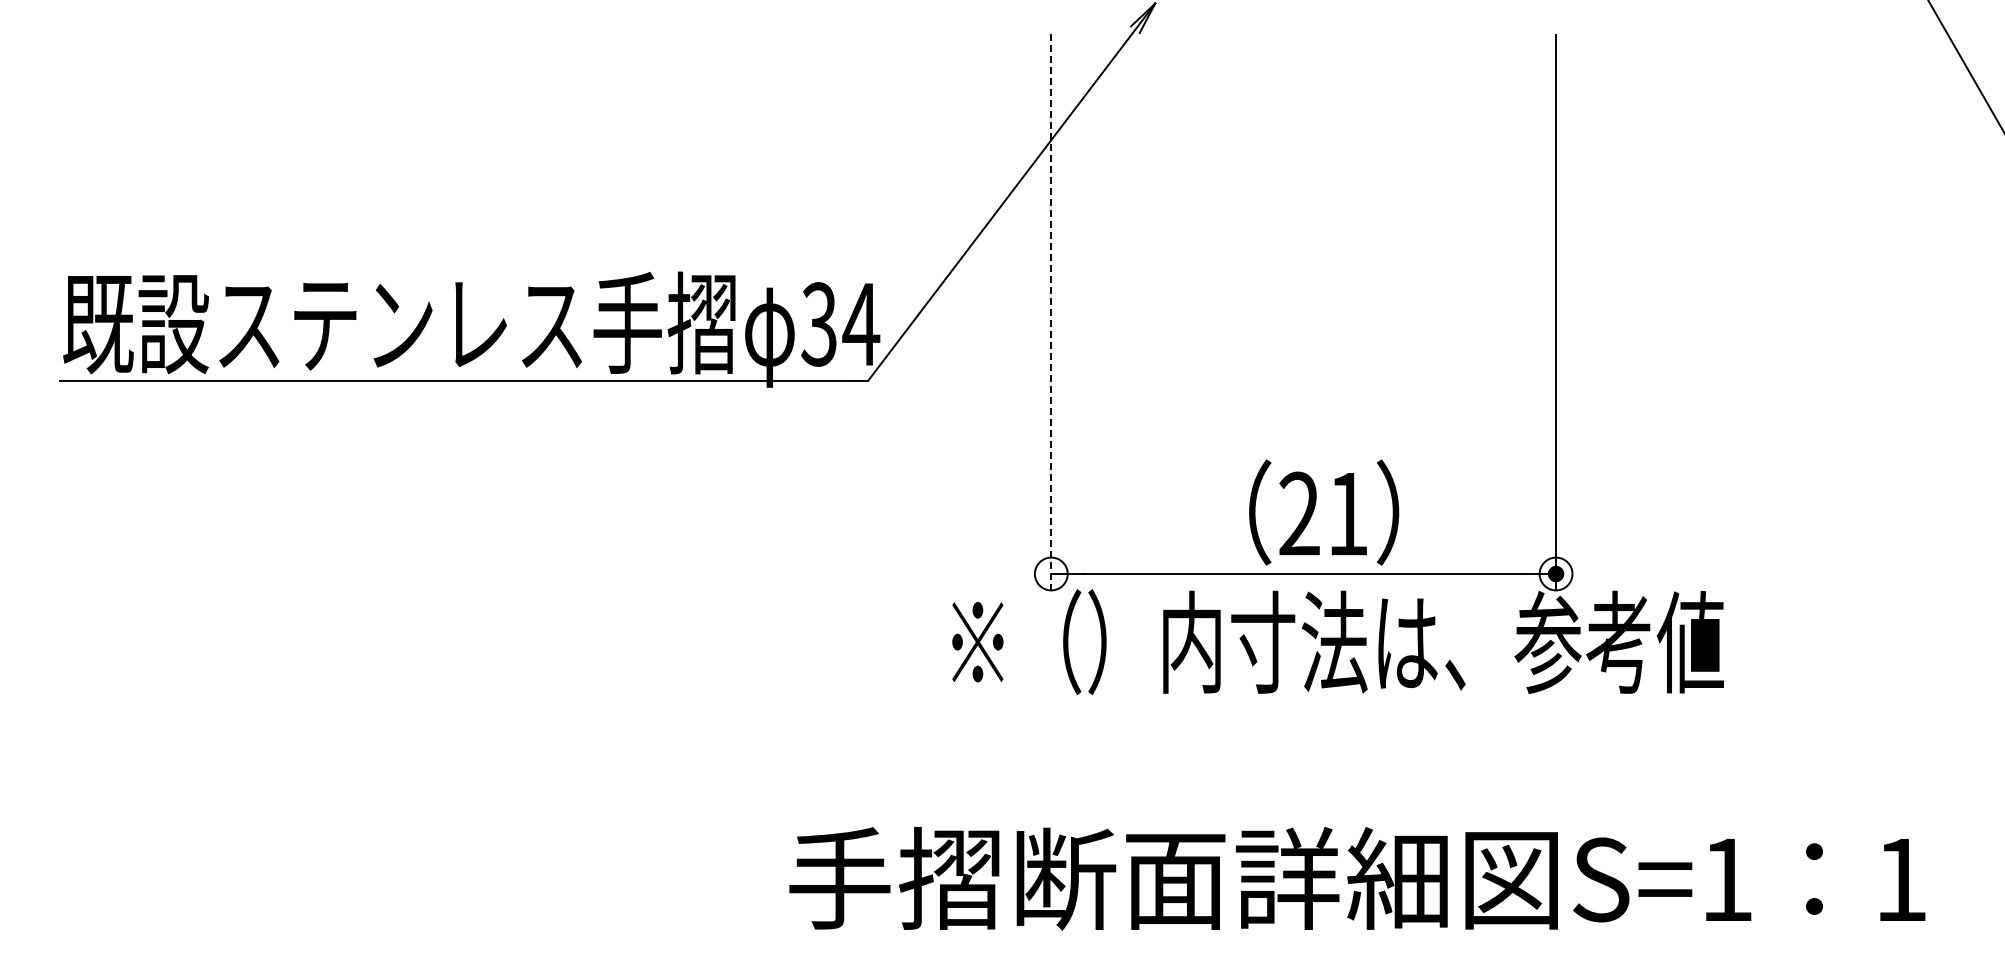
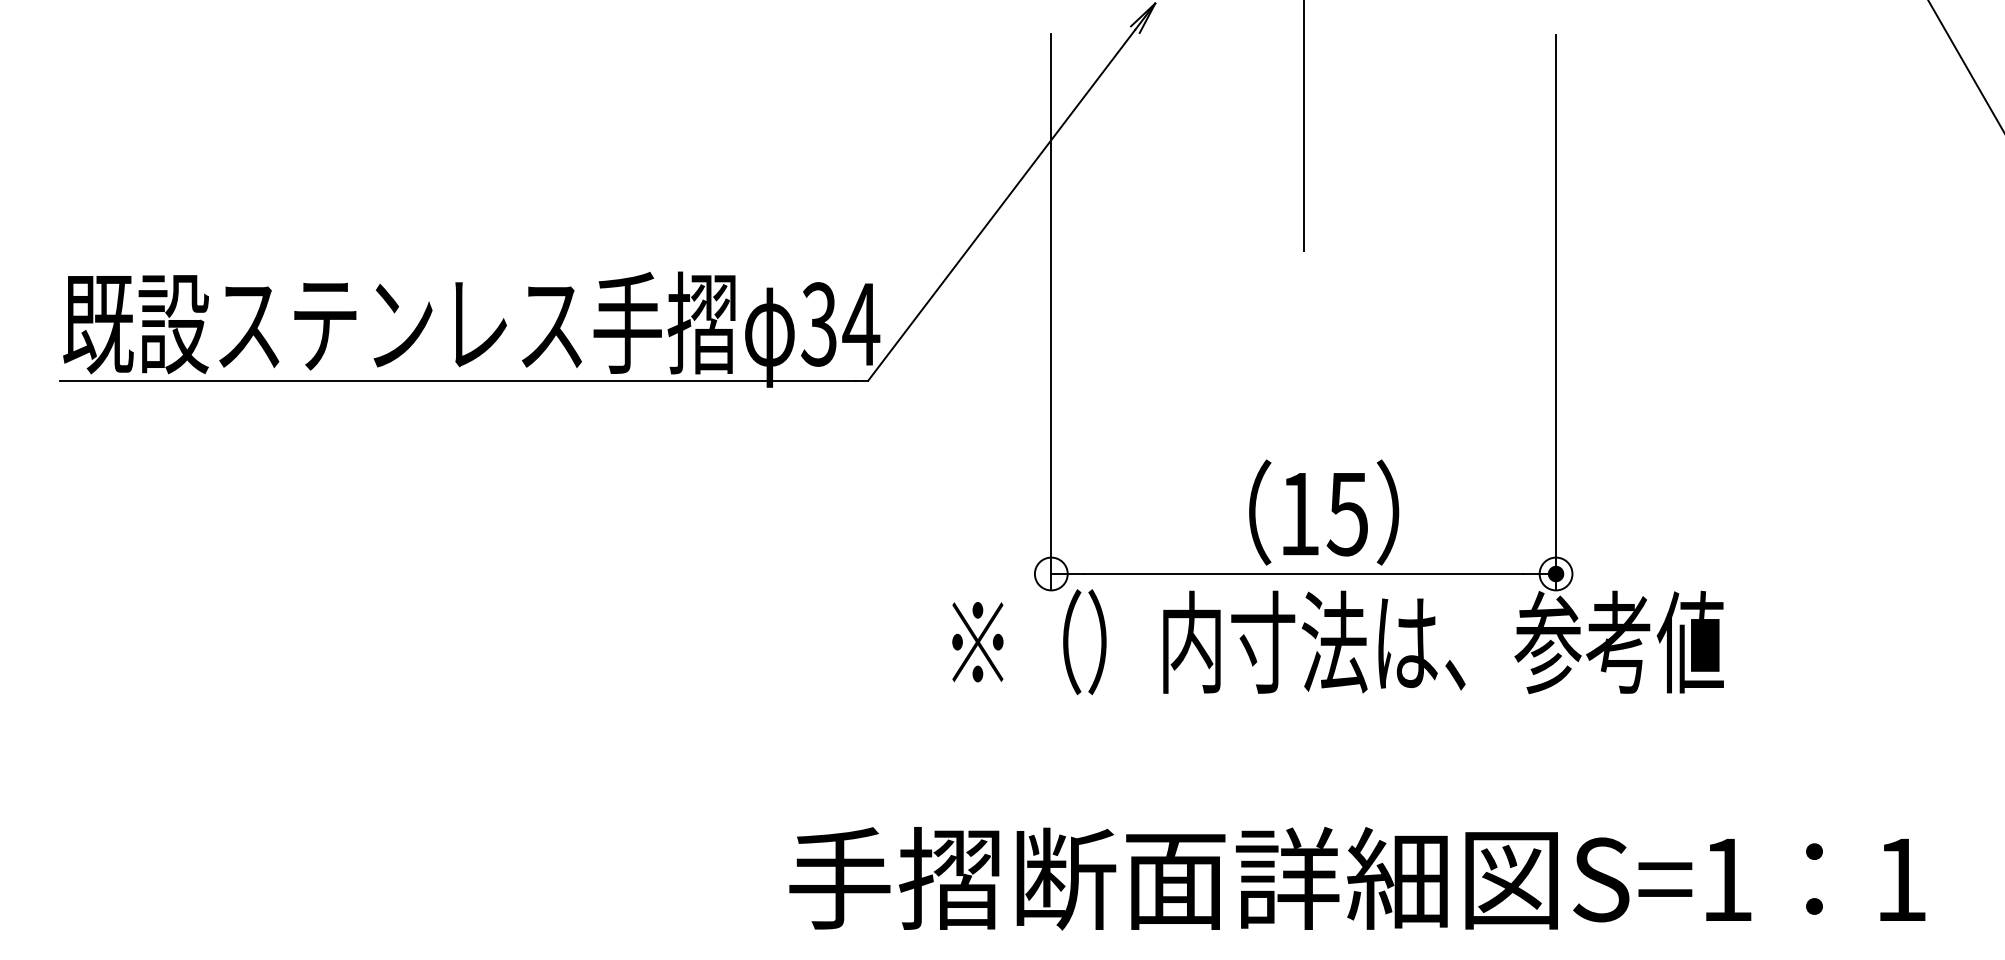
line at (1303, 126): none -> present
line at (1051, 312): dashed -> solid
text at (1323, 513): 21 -> 15
